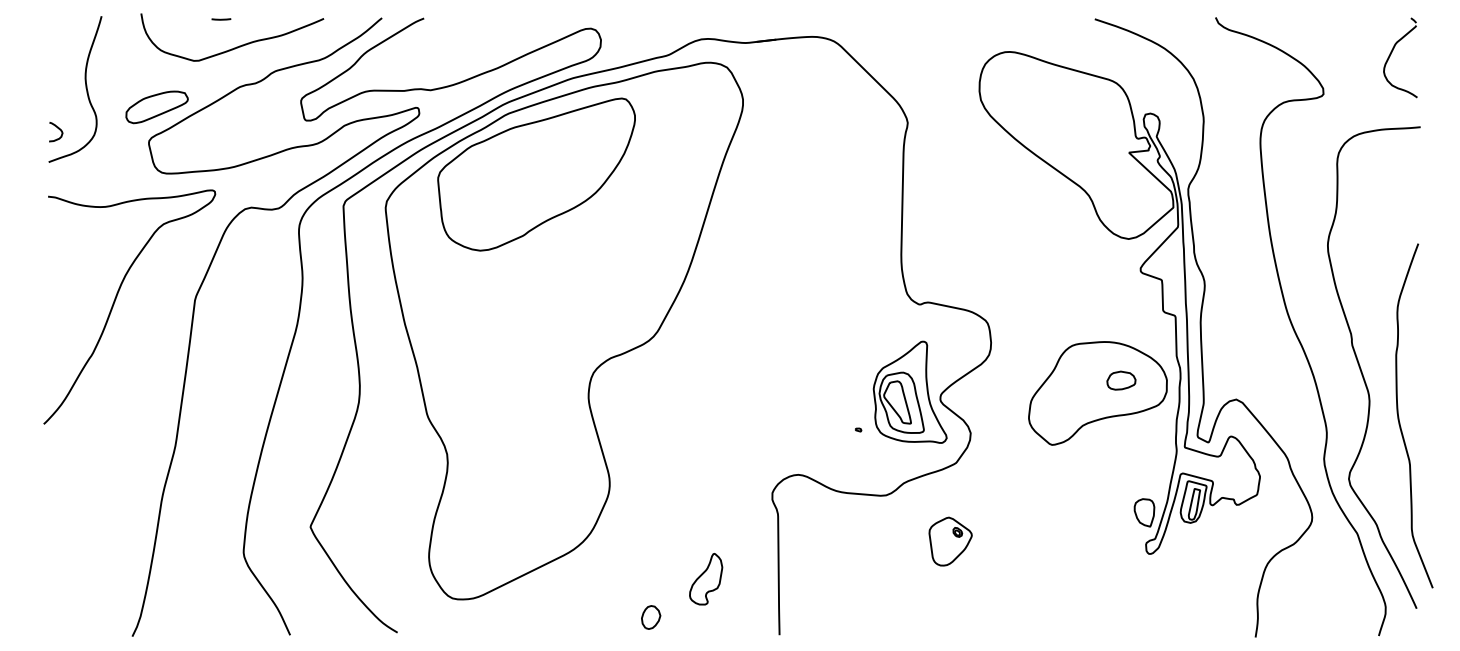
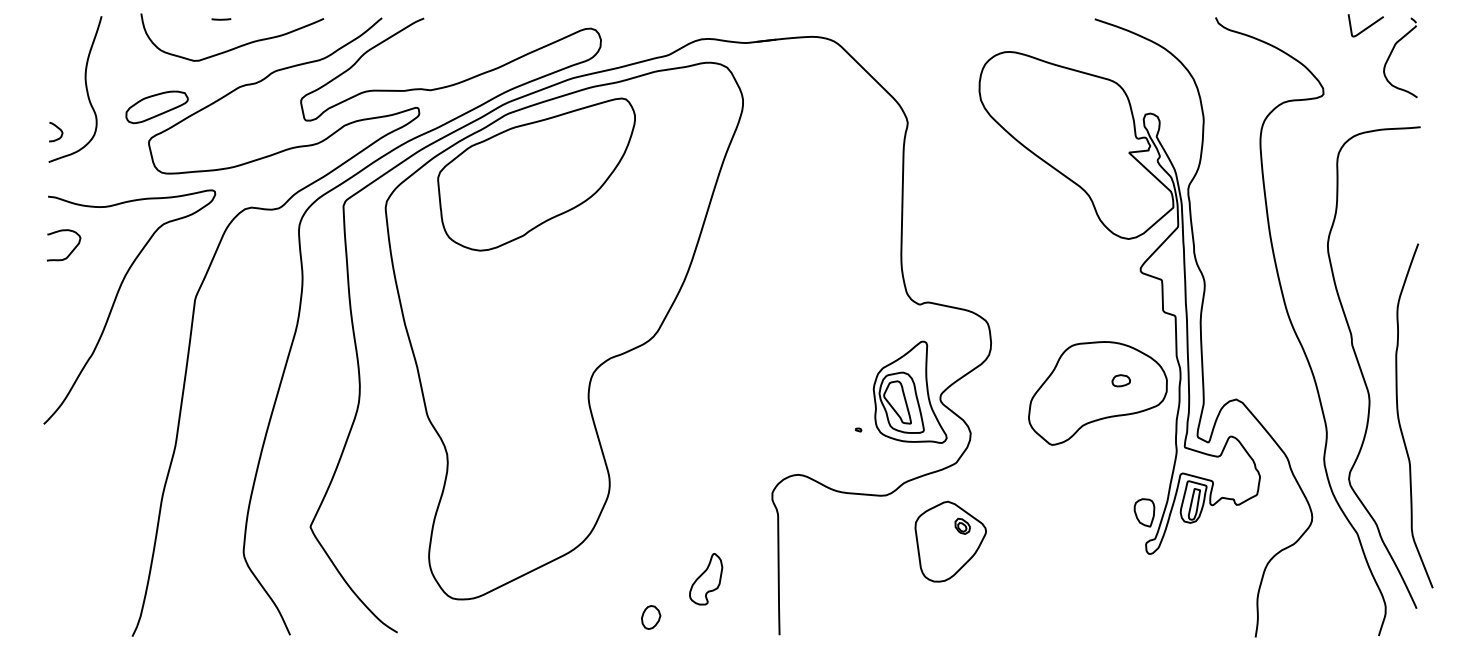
curve at (1367, 26): none -> present
curve at (71, 250): none -> present
part at (1121, 380) size: 31x21 px -> 20x14 px
part at (950, 541) size: 45x51 px -> 73x83 px
